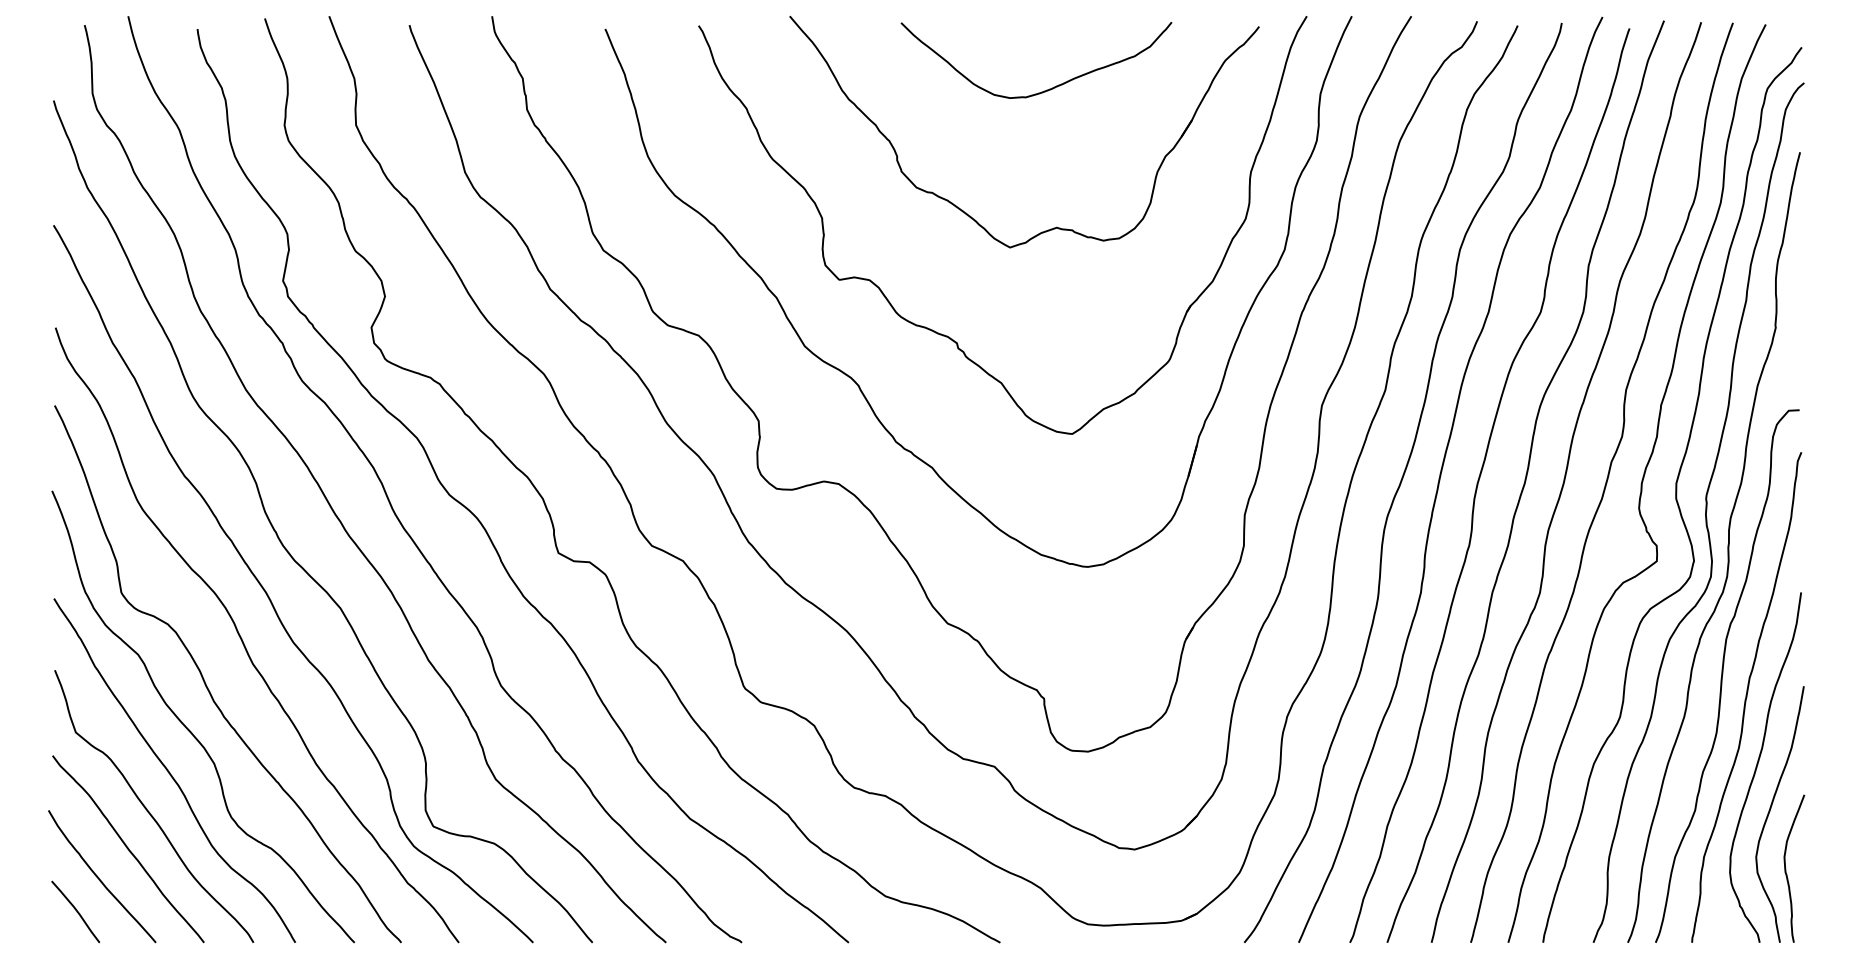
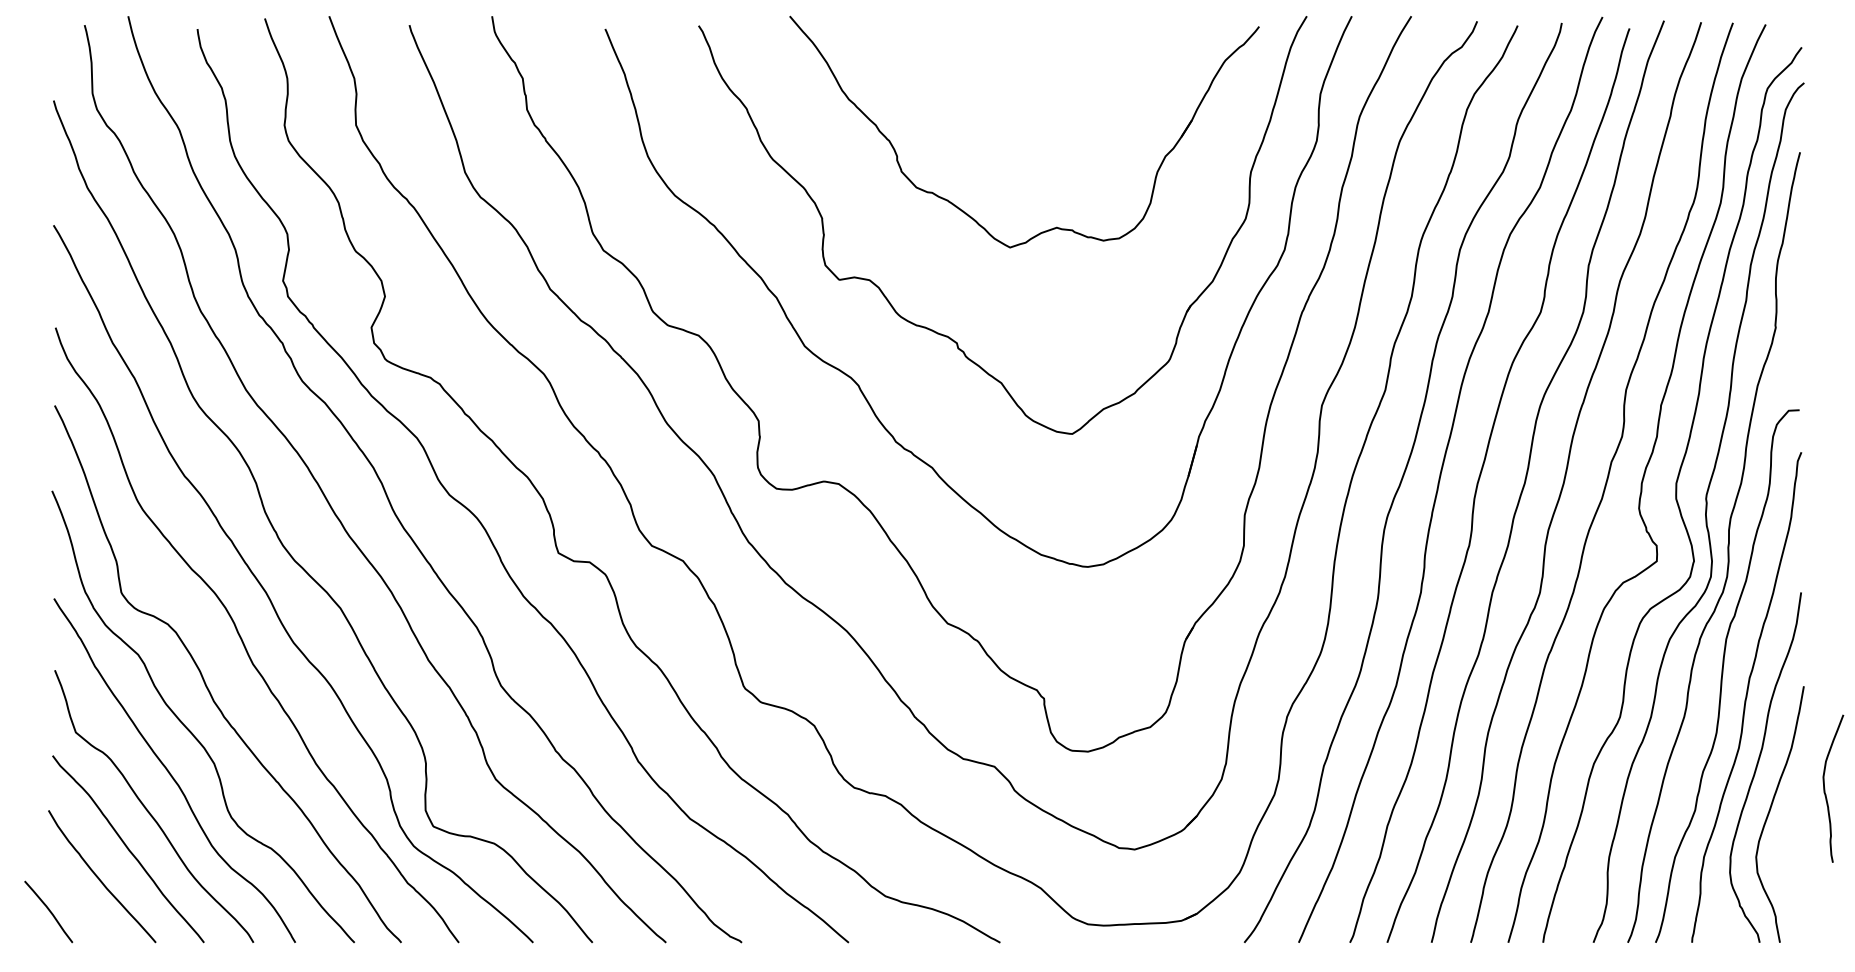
curve at (1046, 89): present -> none
curve at (1786, 868) position: (1786, 868) -> (1825, 788)
curve at (75, 910) position: (75, 910) -> (48, 910)
